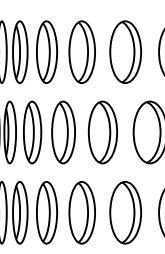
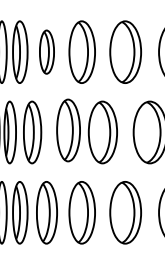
part at (46, 51) size: 22x64 px -> 16x46 px
part at (63, 132) position: (63, 132) -> (68, 130)
